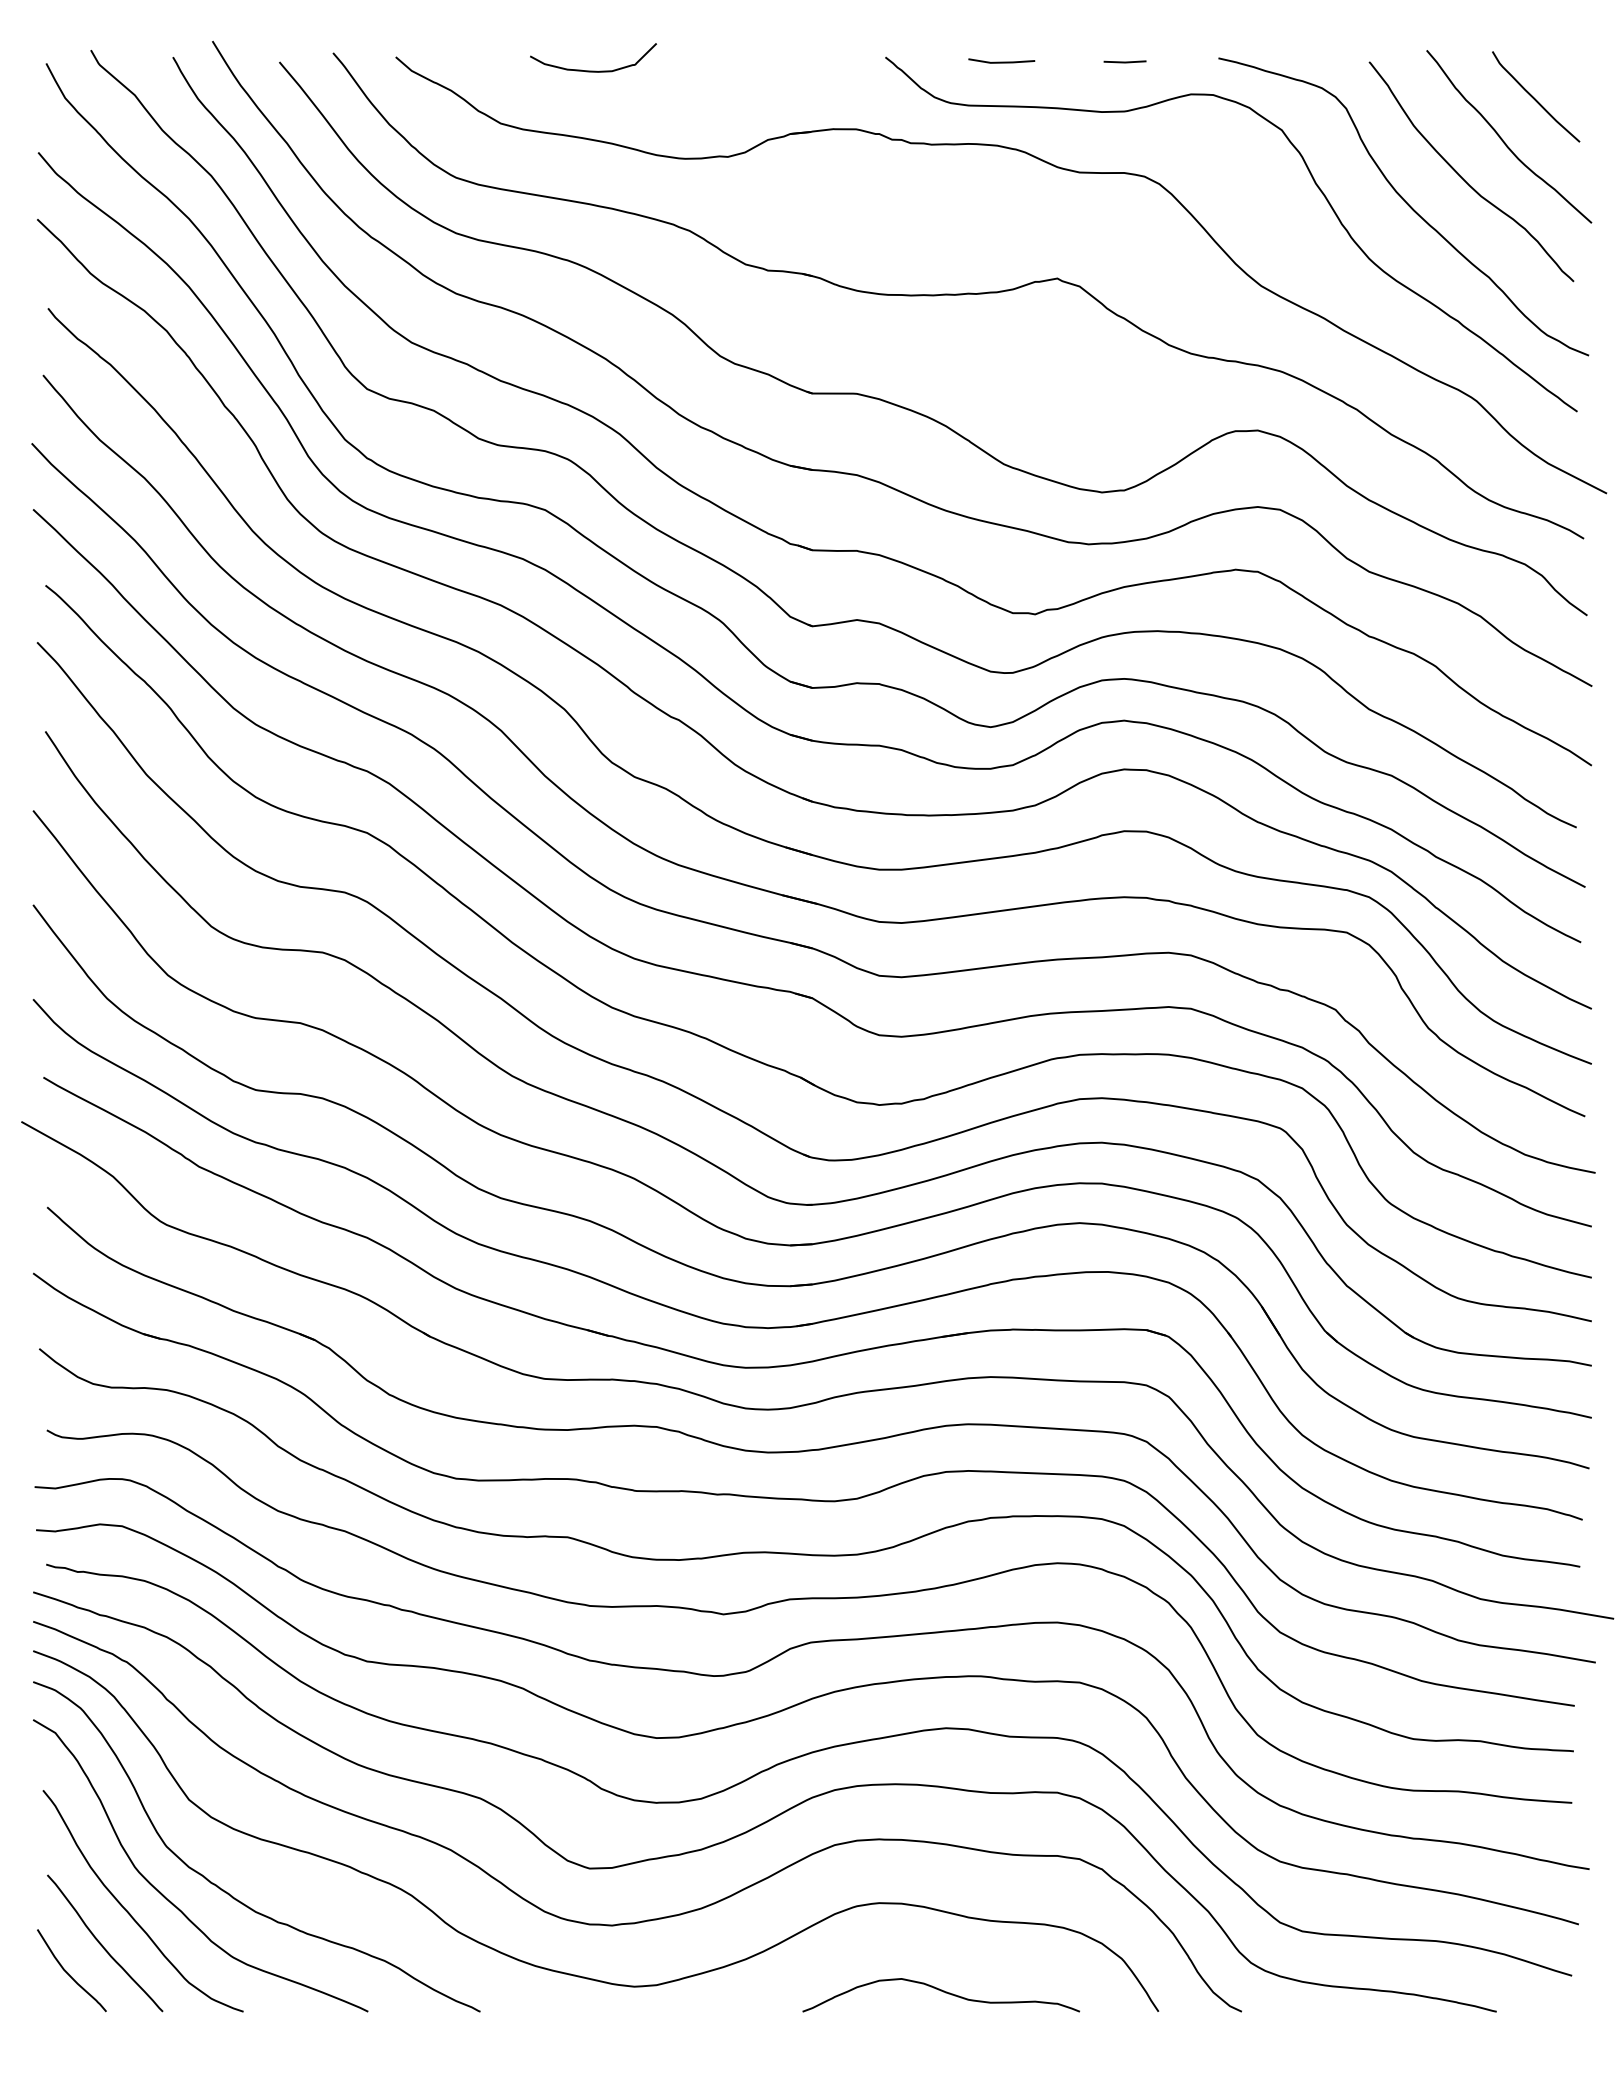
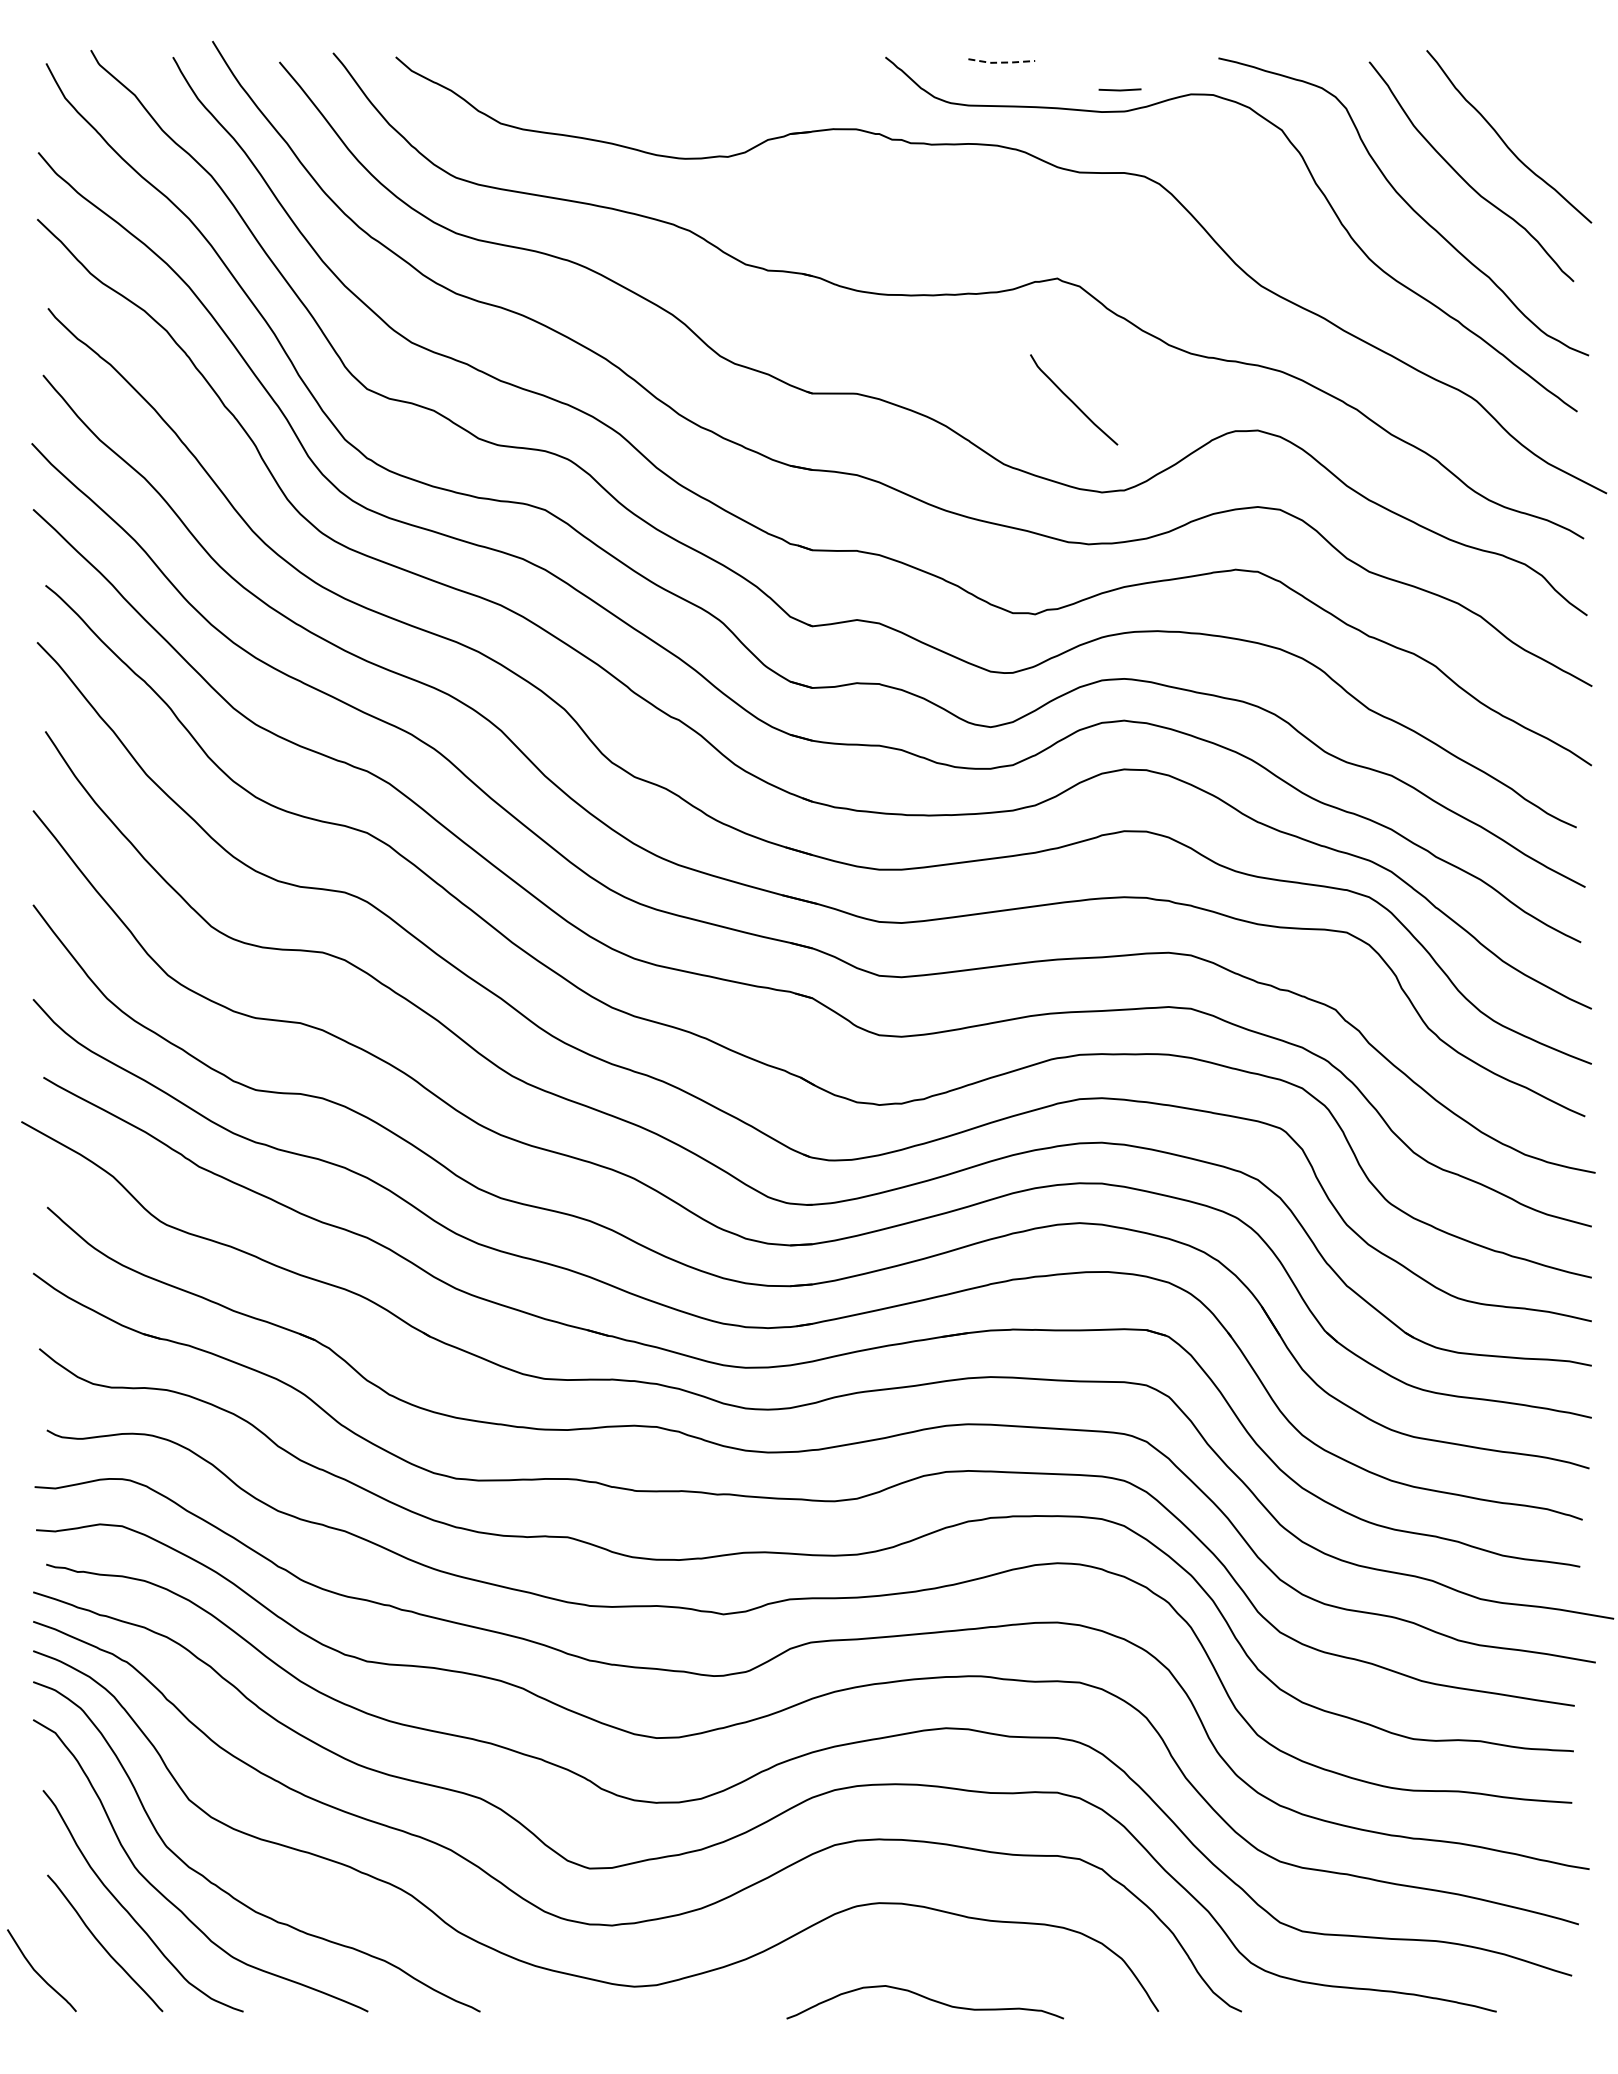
line at (1124, 61) position: (1124, 61) -> (1119, 89)
line at (1002, 62): solid -> dashed
curve at (593, 70): present -> none
curve at (1534, 97) position: (1534, 97) -> (1072, 400)
curve at (67, 1971) position: (67, 1971) -> (37, 1971)
curve at (940, 1991) position: (940, 1991) -> (924, 1998)
